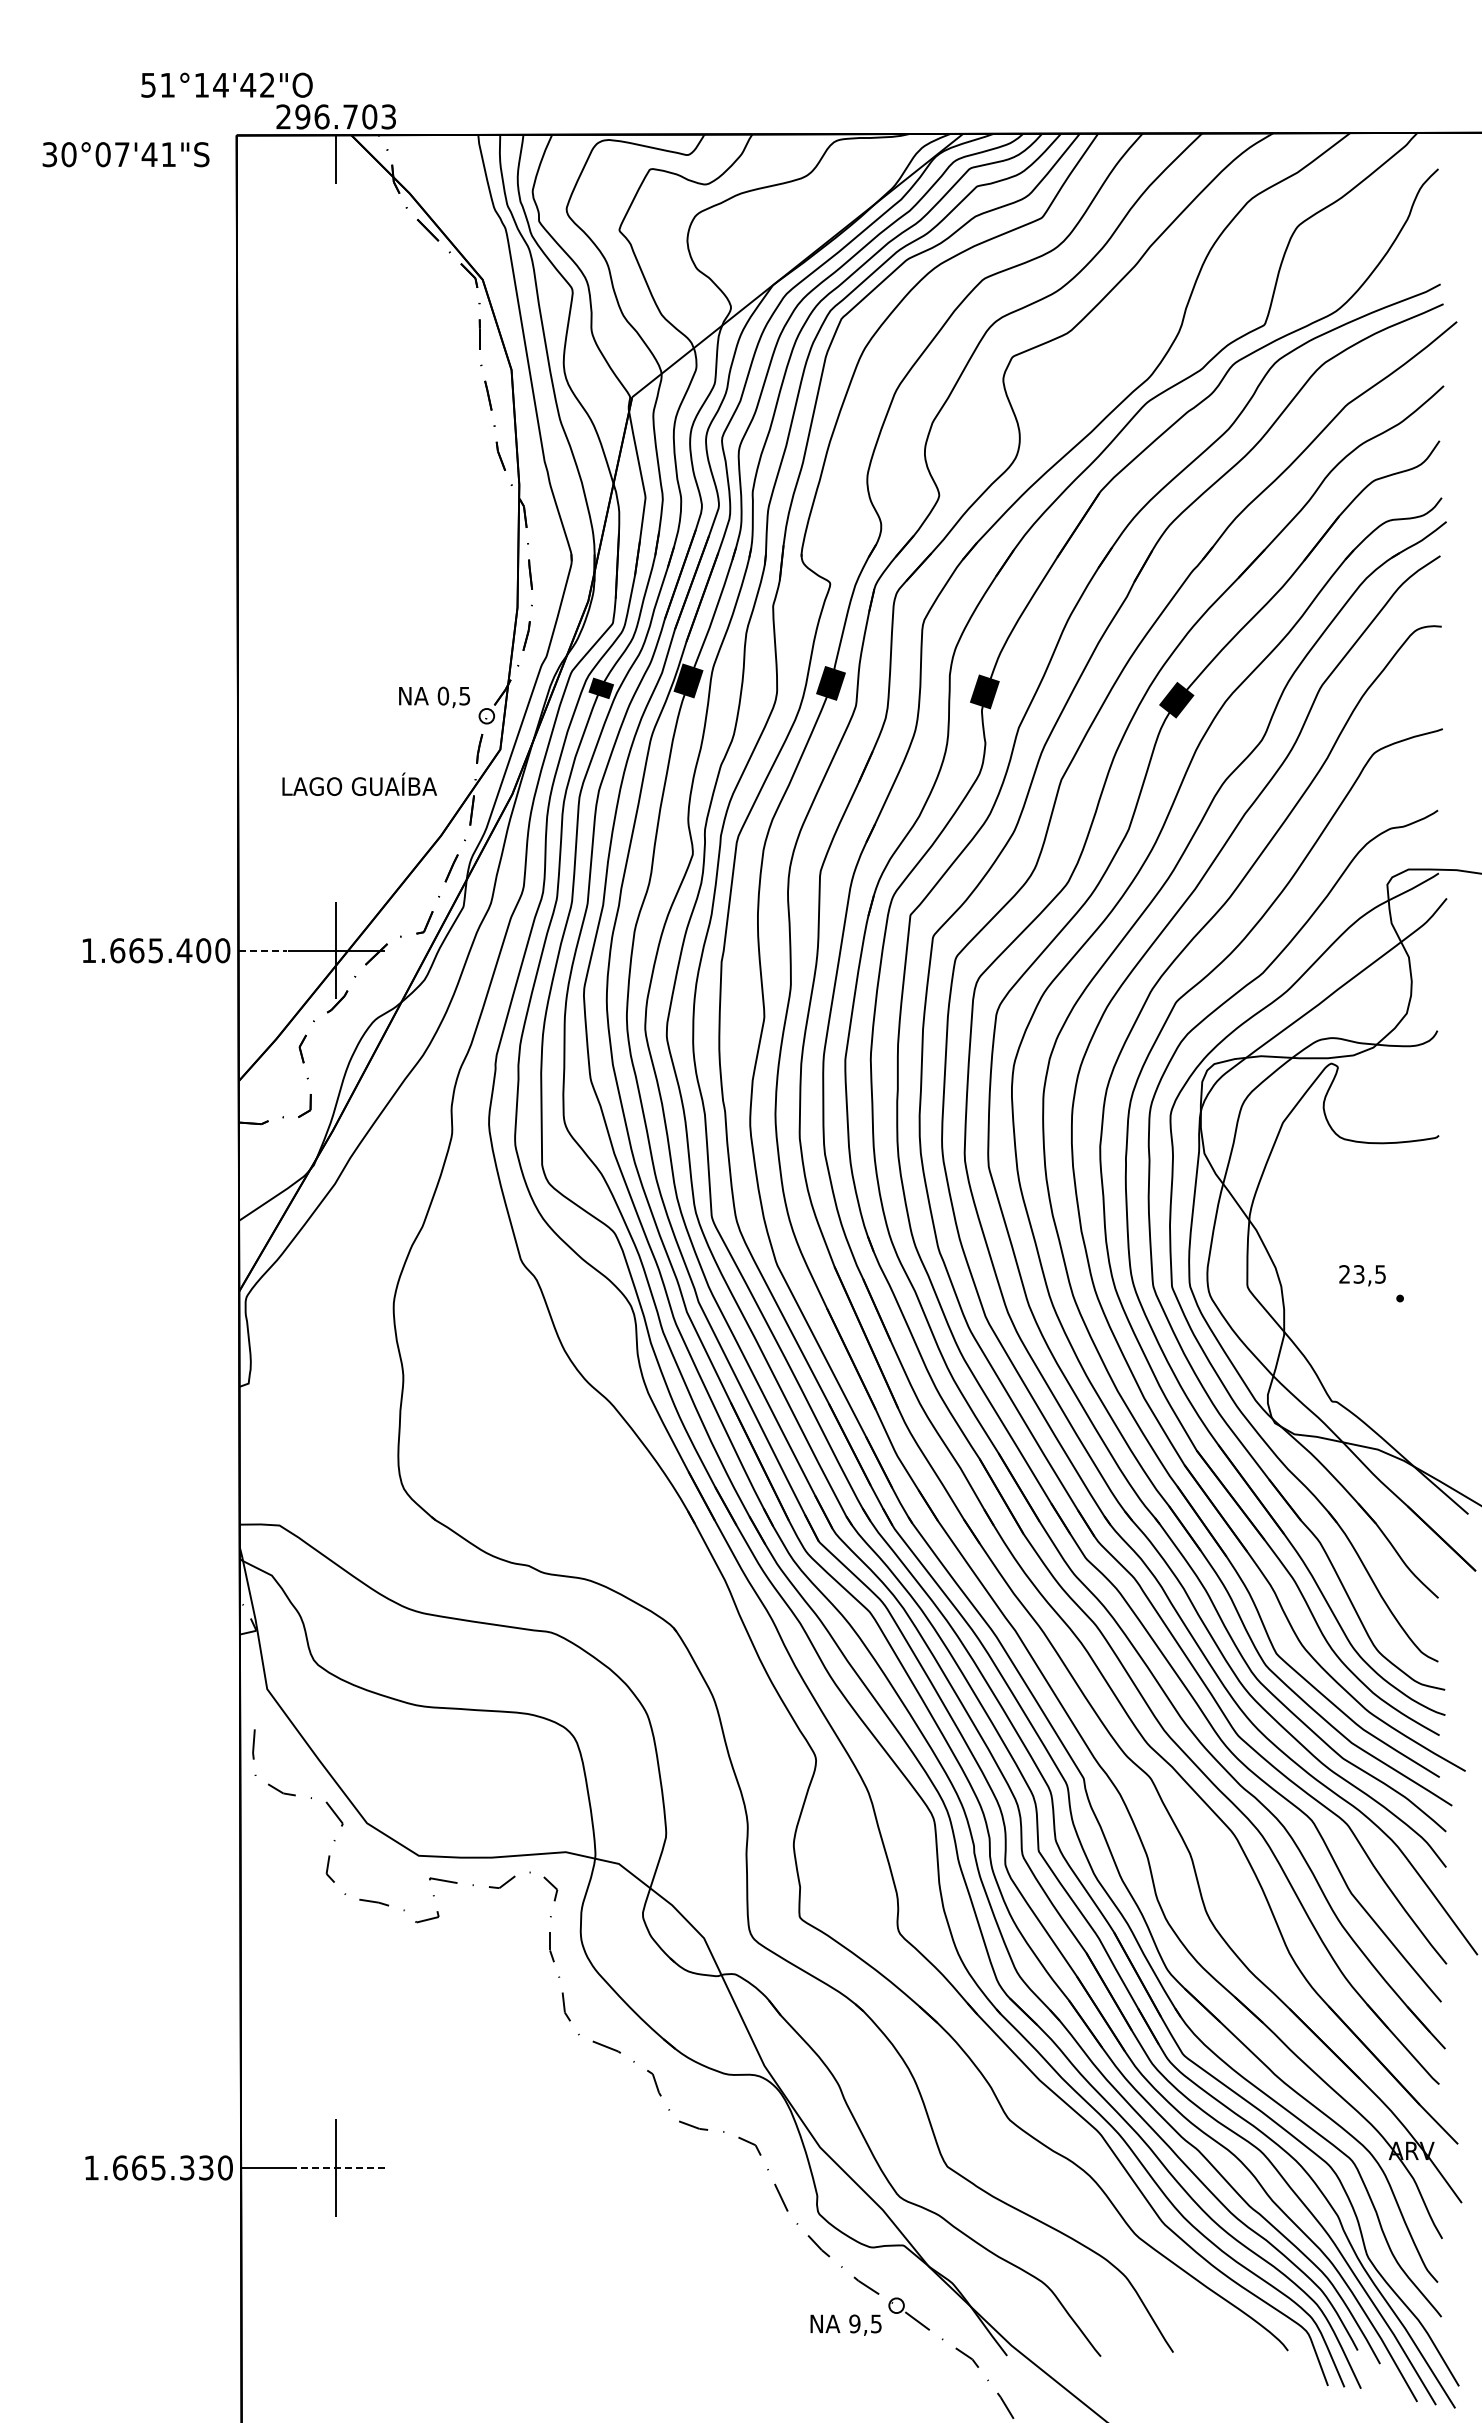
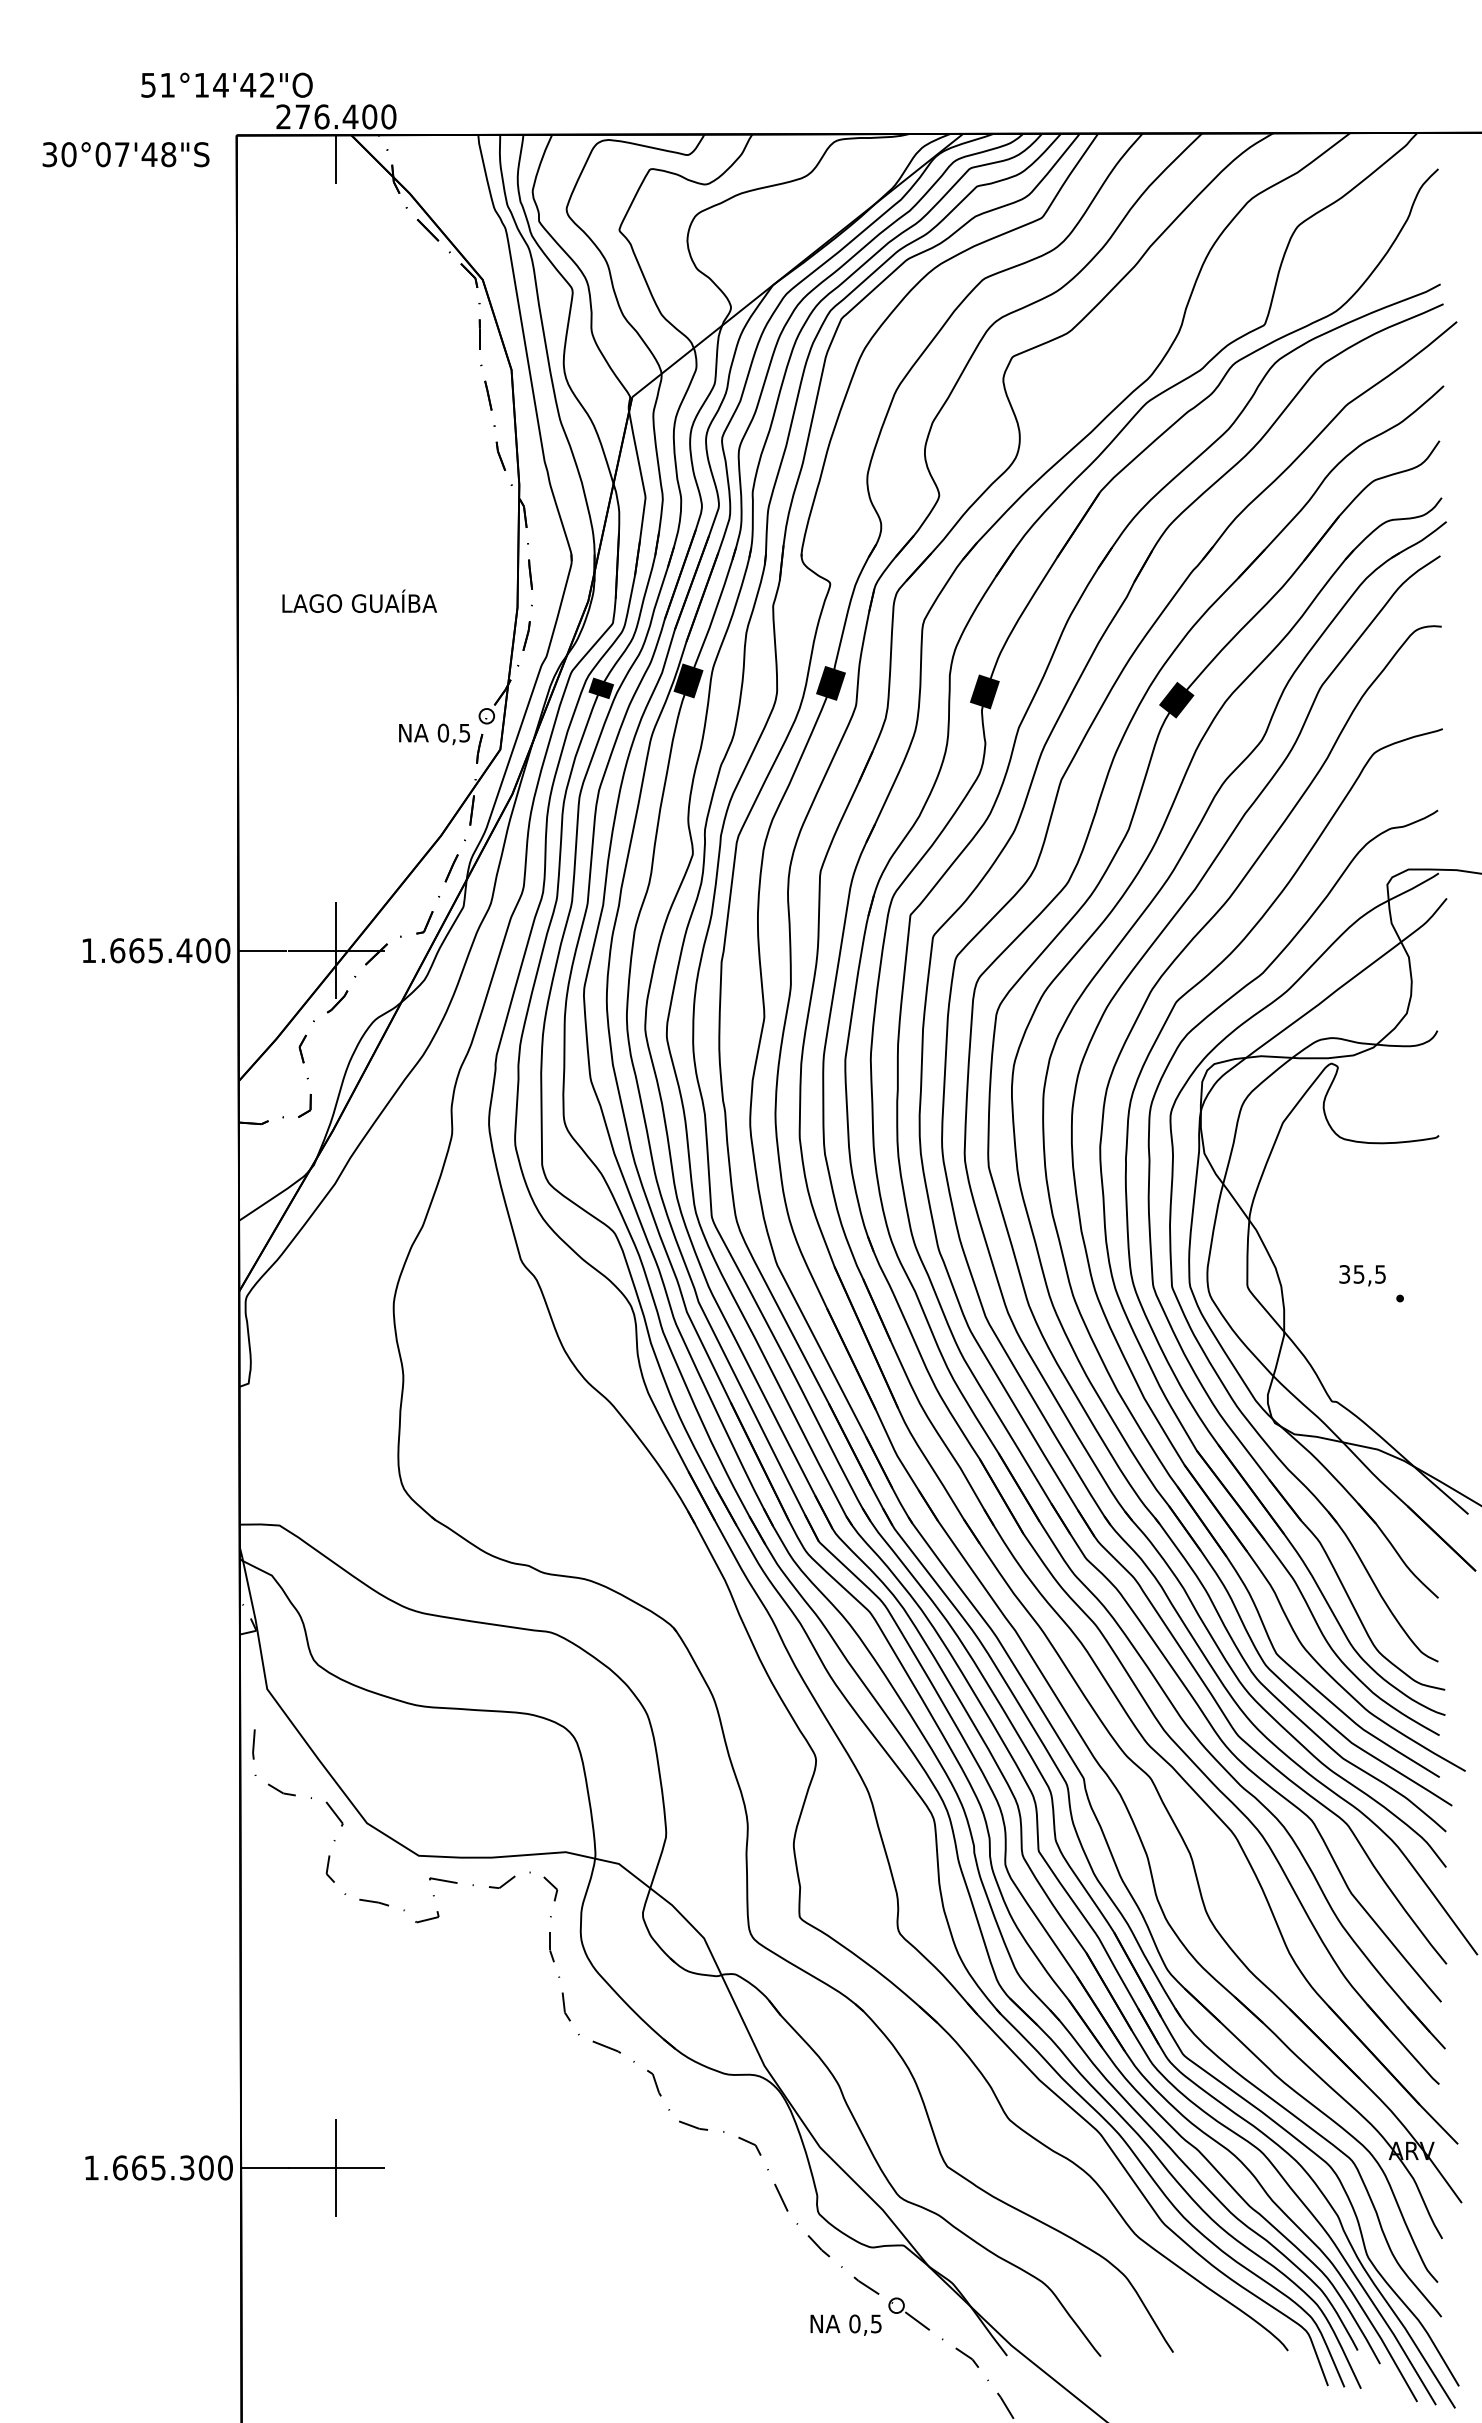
text at (345, 116): 296.703 -> 276.400
text at (168, 154): 30°07'41"S -> 30°07'48"S
text at (434, 697) position: (434, 697) -> (434, 734)
text at (359, 783) position: (359, 783) -> (359, 600)
line at (263, 950): dashed -> solid
text at (1351, 1274): 23,5 -> 35,5
text at (205, 2167): 1.665.330 -> 1.665.300
line at (336, 2167): dashed -> solid
text at (854, 2323): 9,5 -> 0,5
